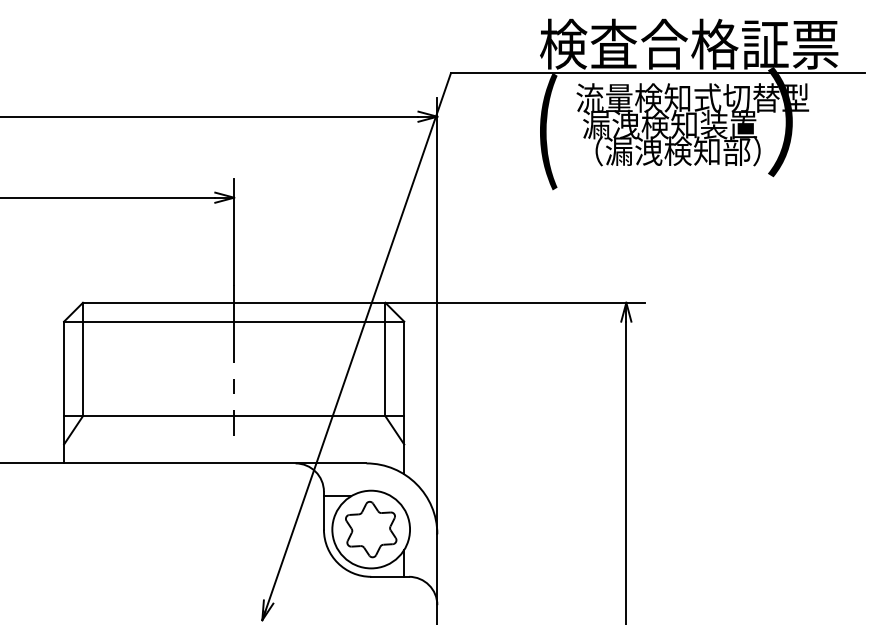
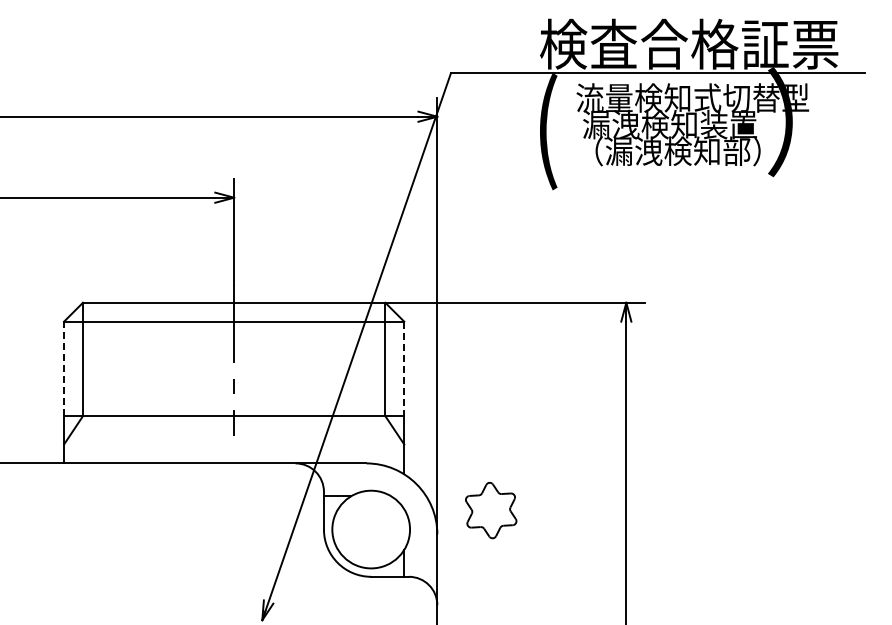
line at (64, 368): solid -> dashed
line at (404, 369): solid -> dashed
part at (371, 529) position: (371, 529) -> (491, 510)
